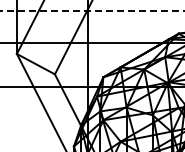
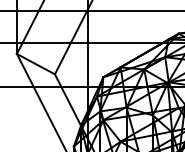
line at (92, 11): dashed -> solid
